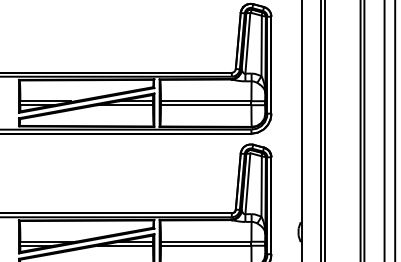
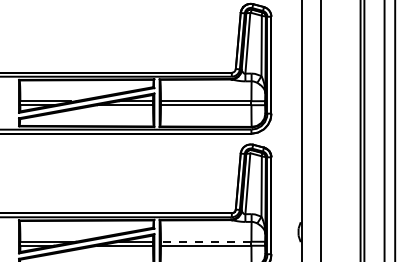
line at (324, 130): present -> none
line at (205, 241): solid -> dashed
